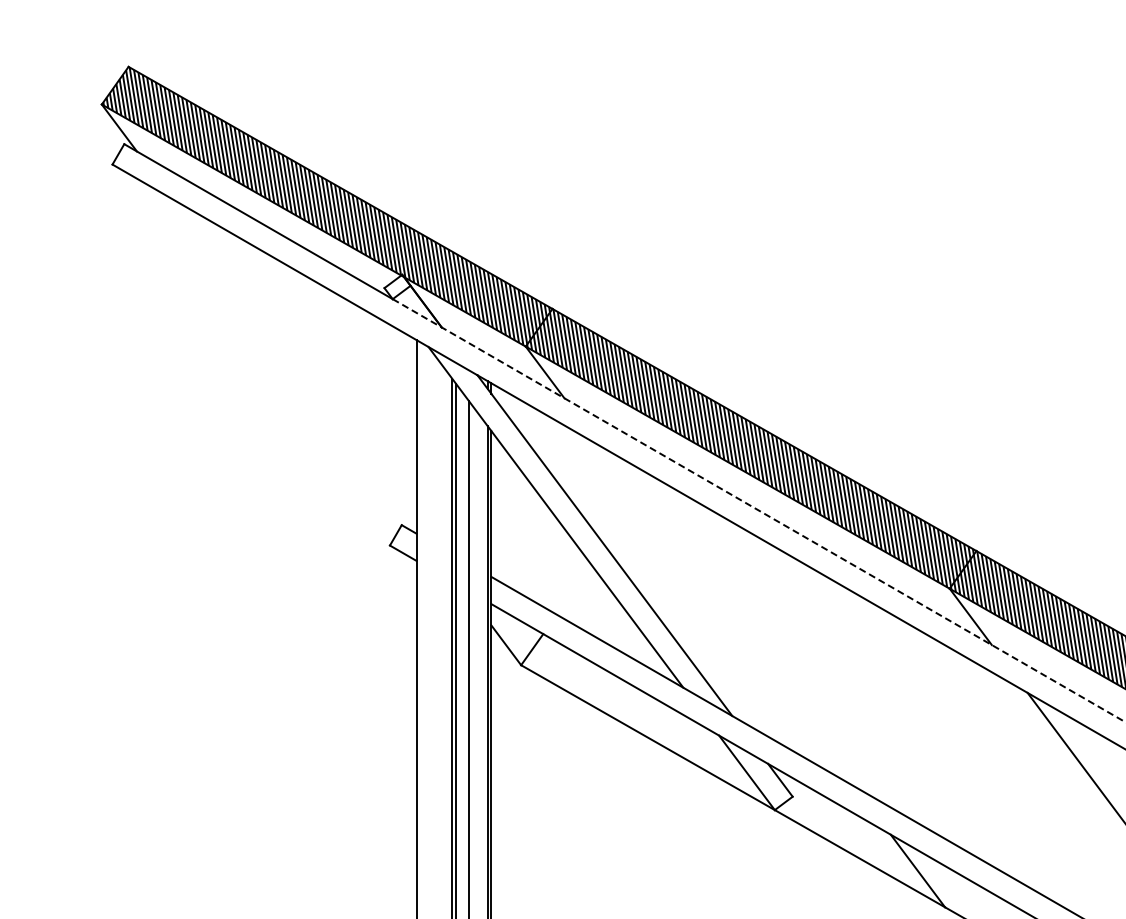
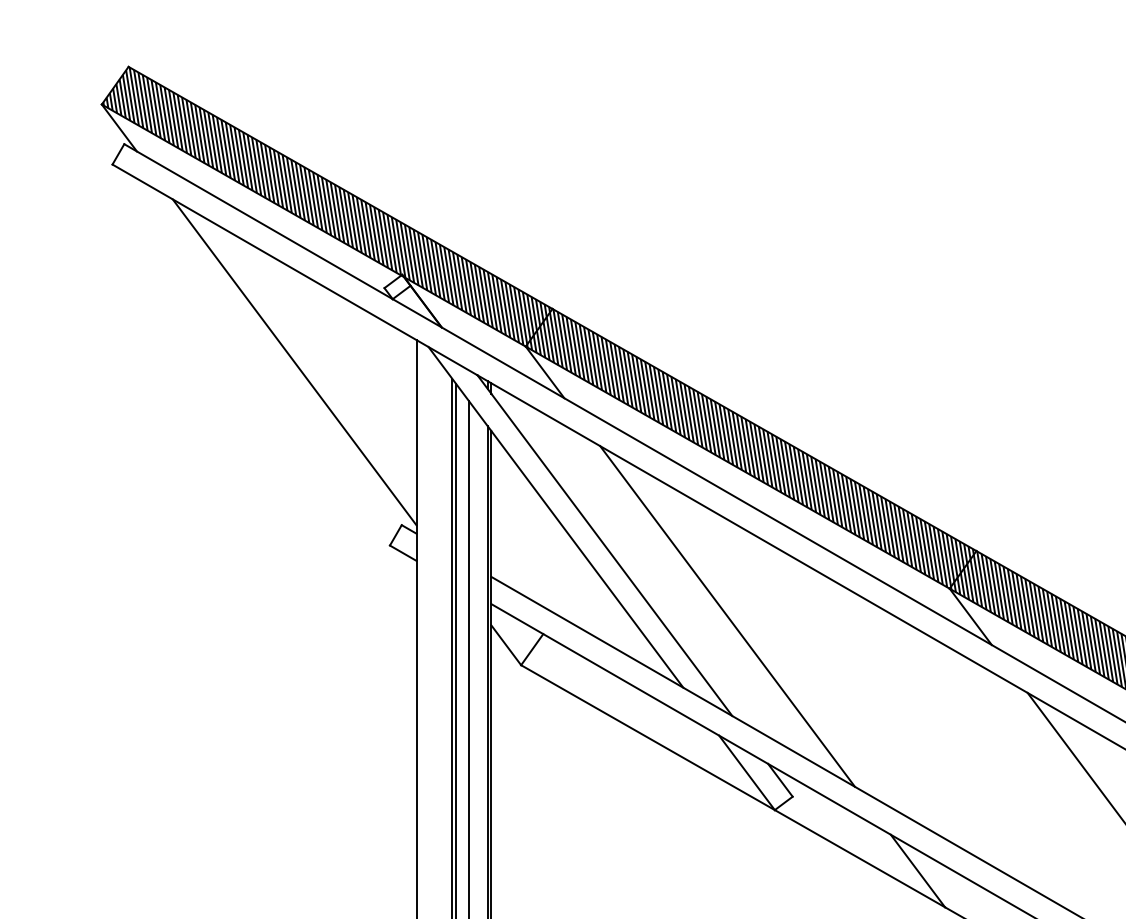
line at (294, 362): none -> present
line at (758, 510): dashed -> solid
line at (727, 616): none -> present
